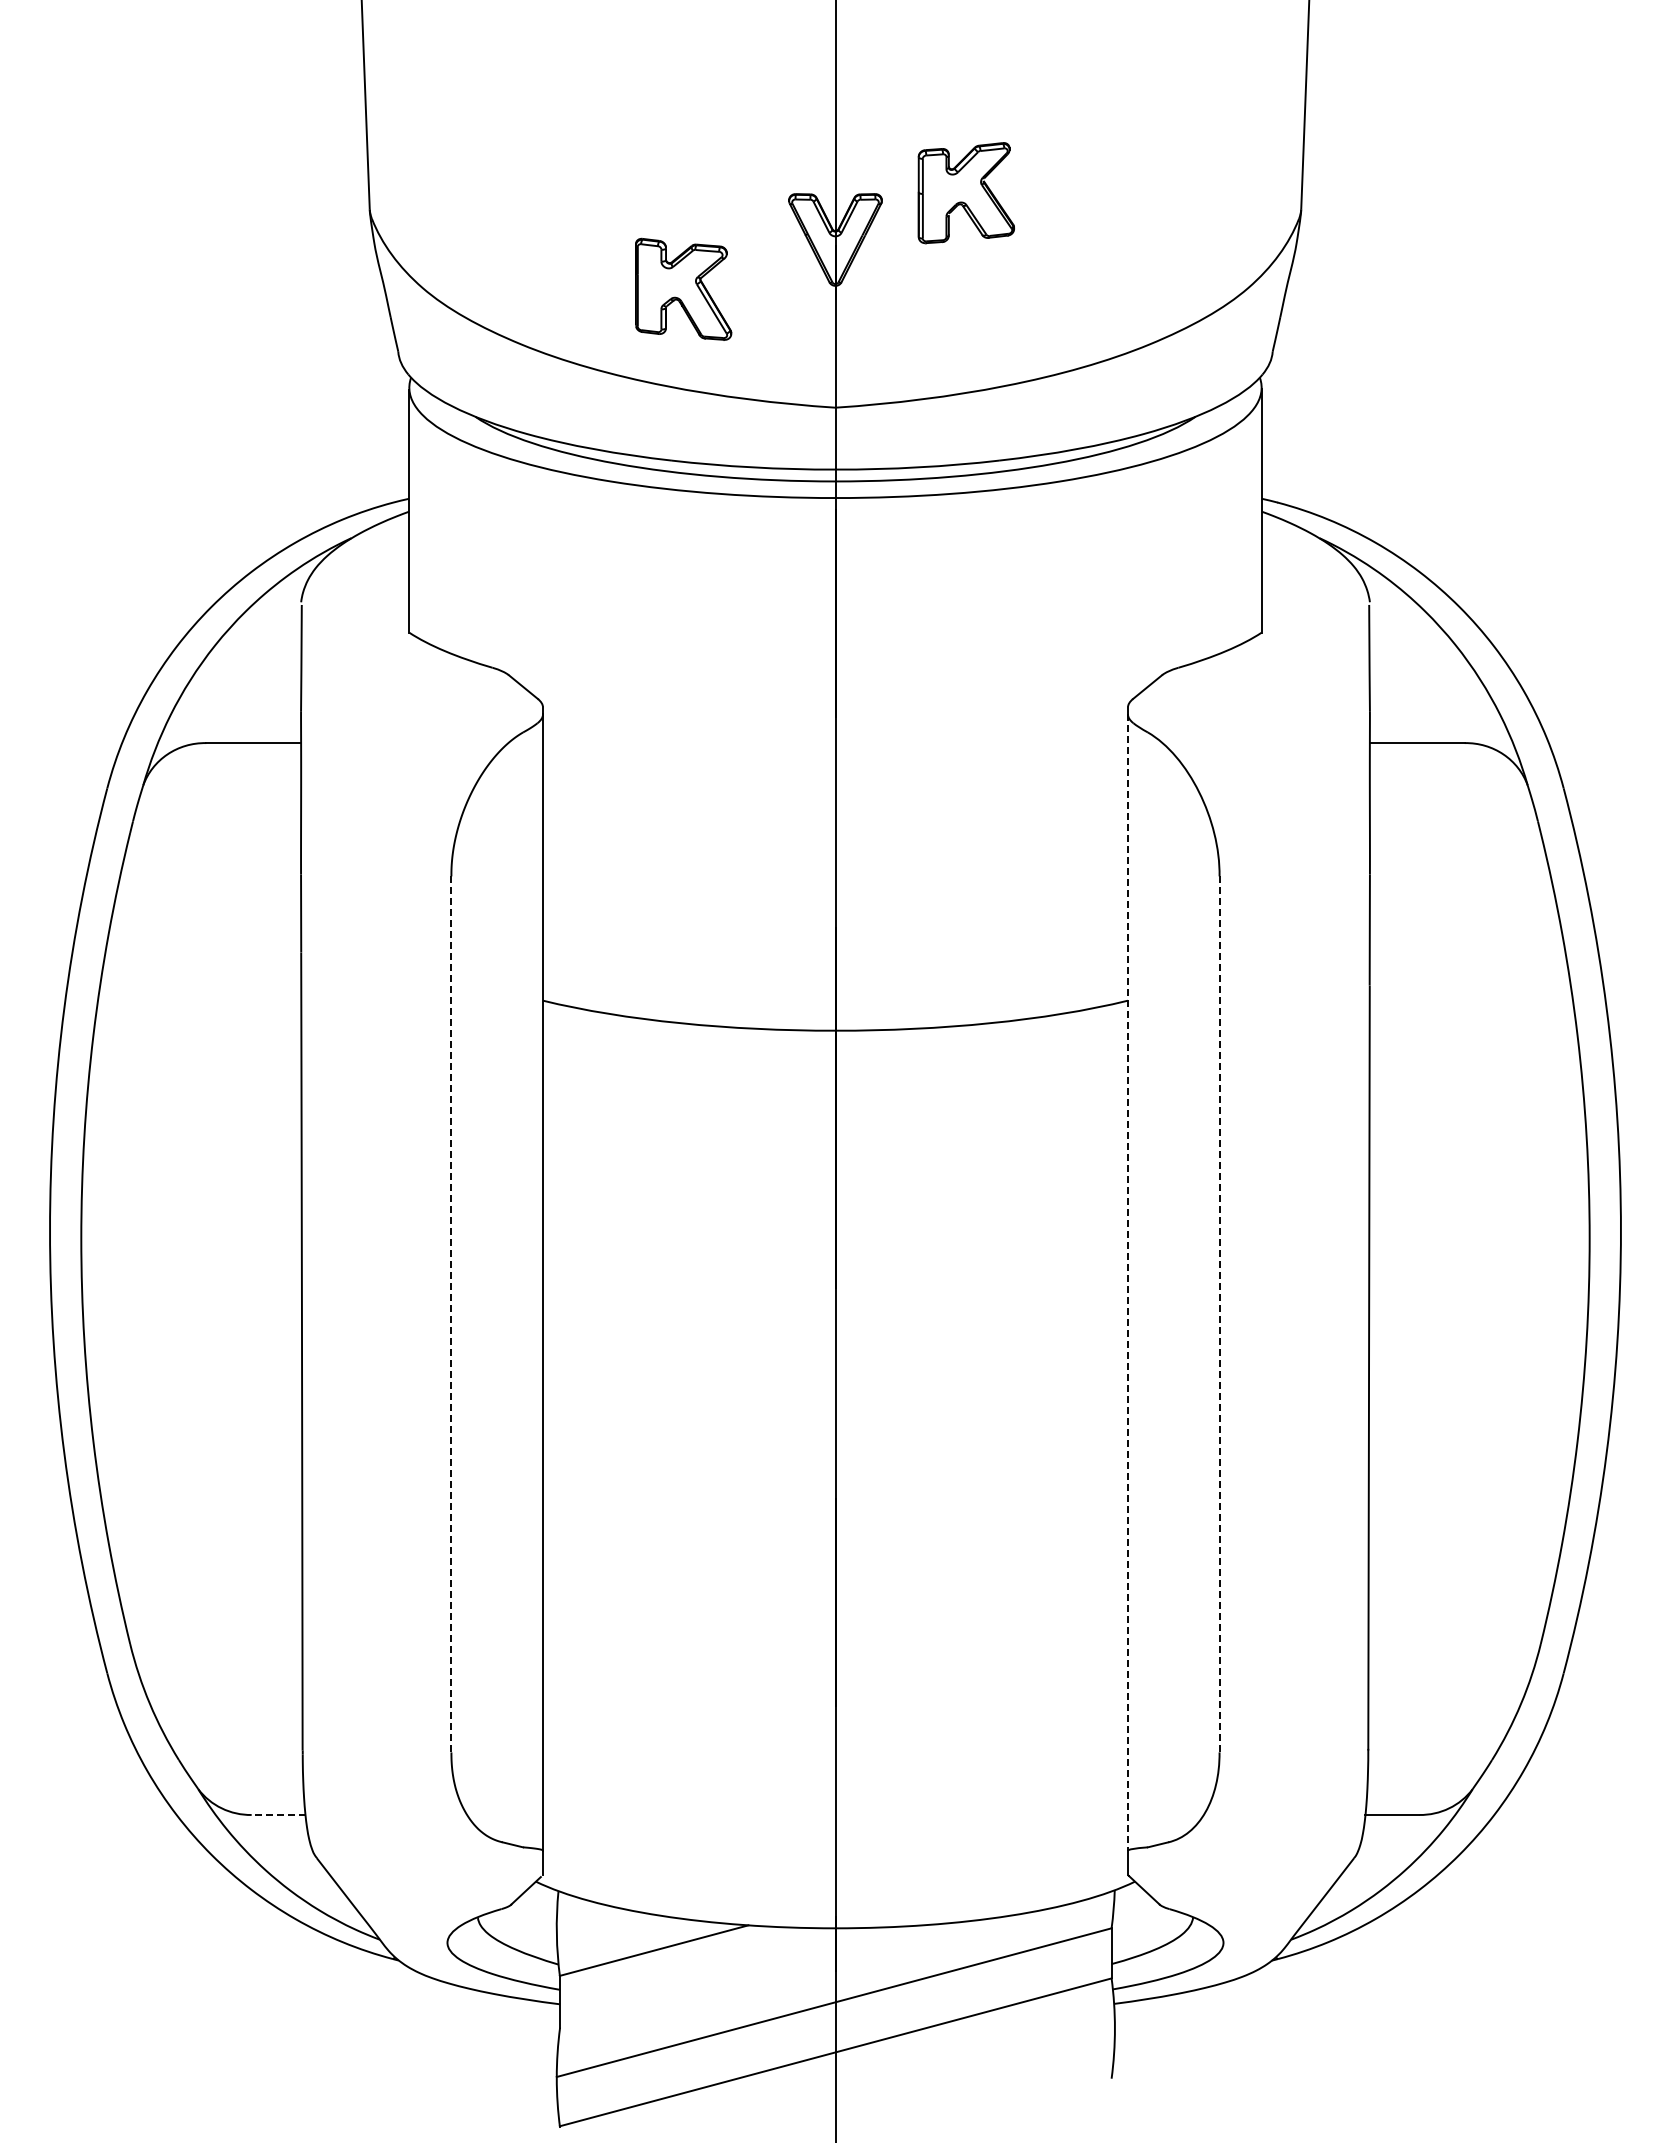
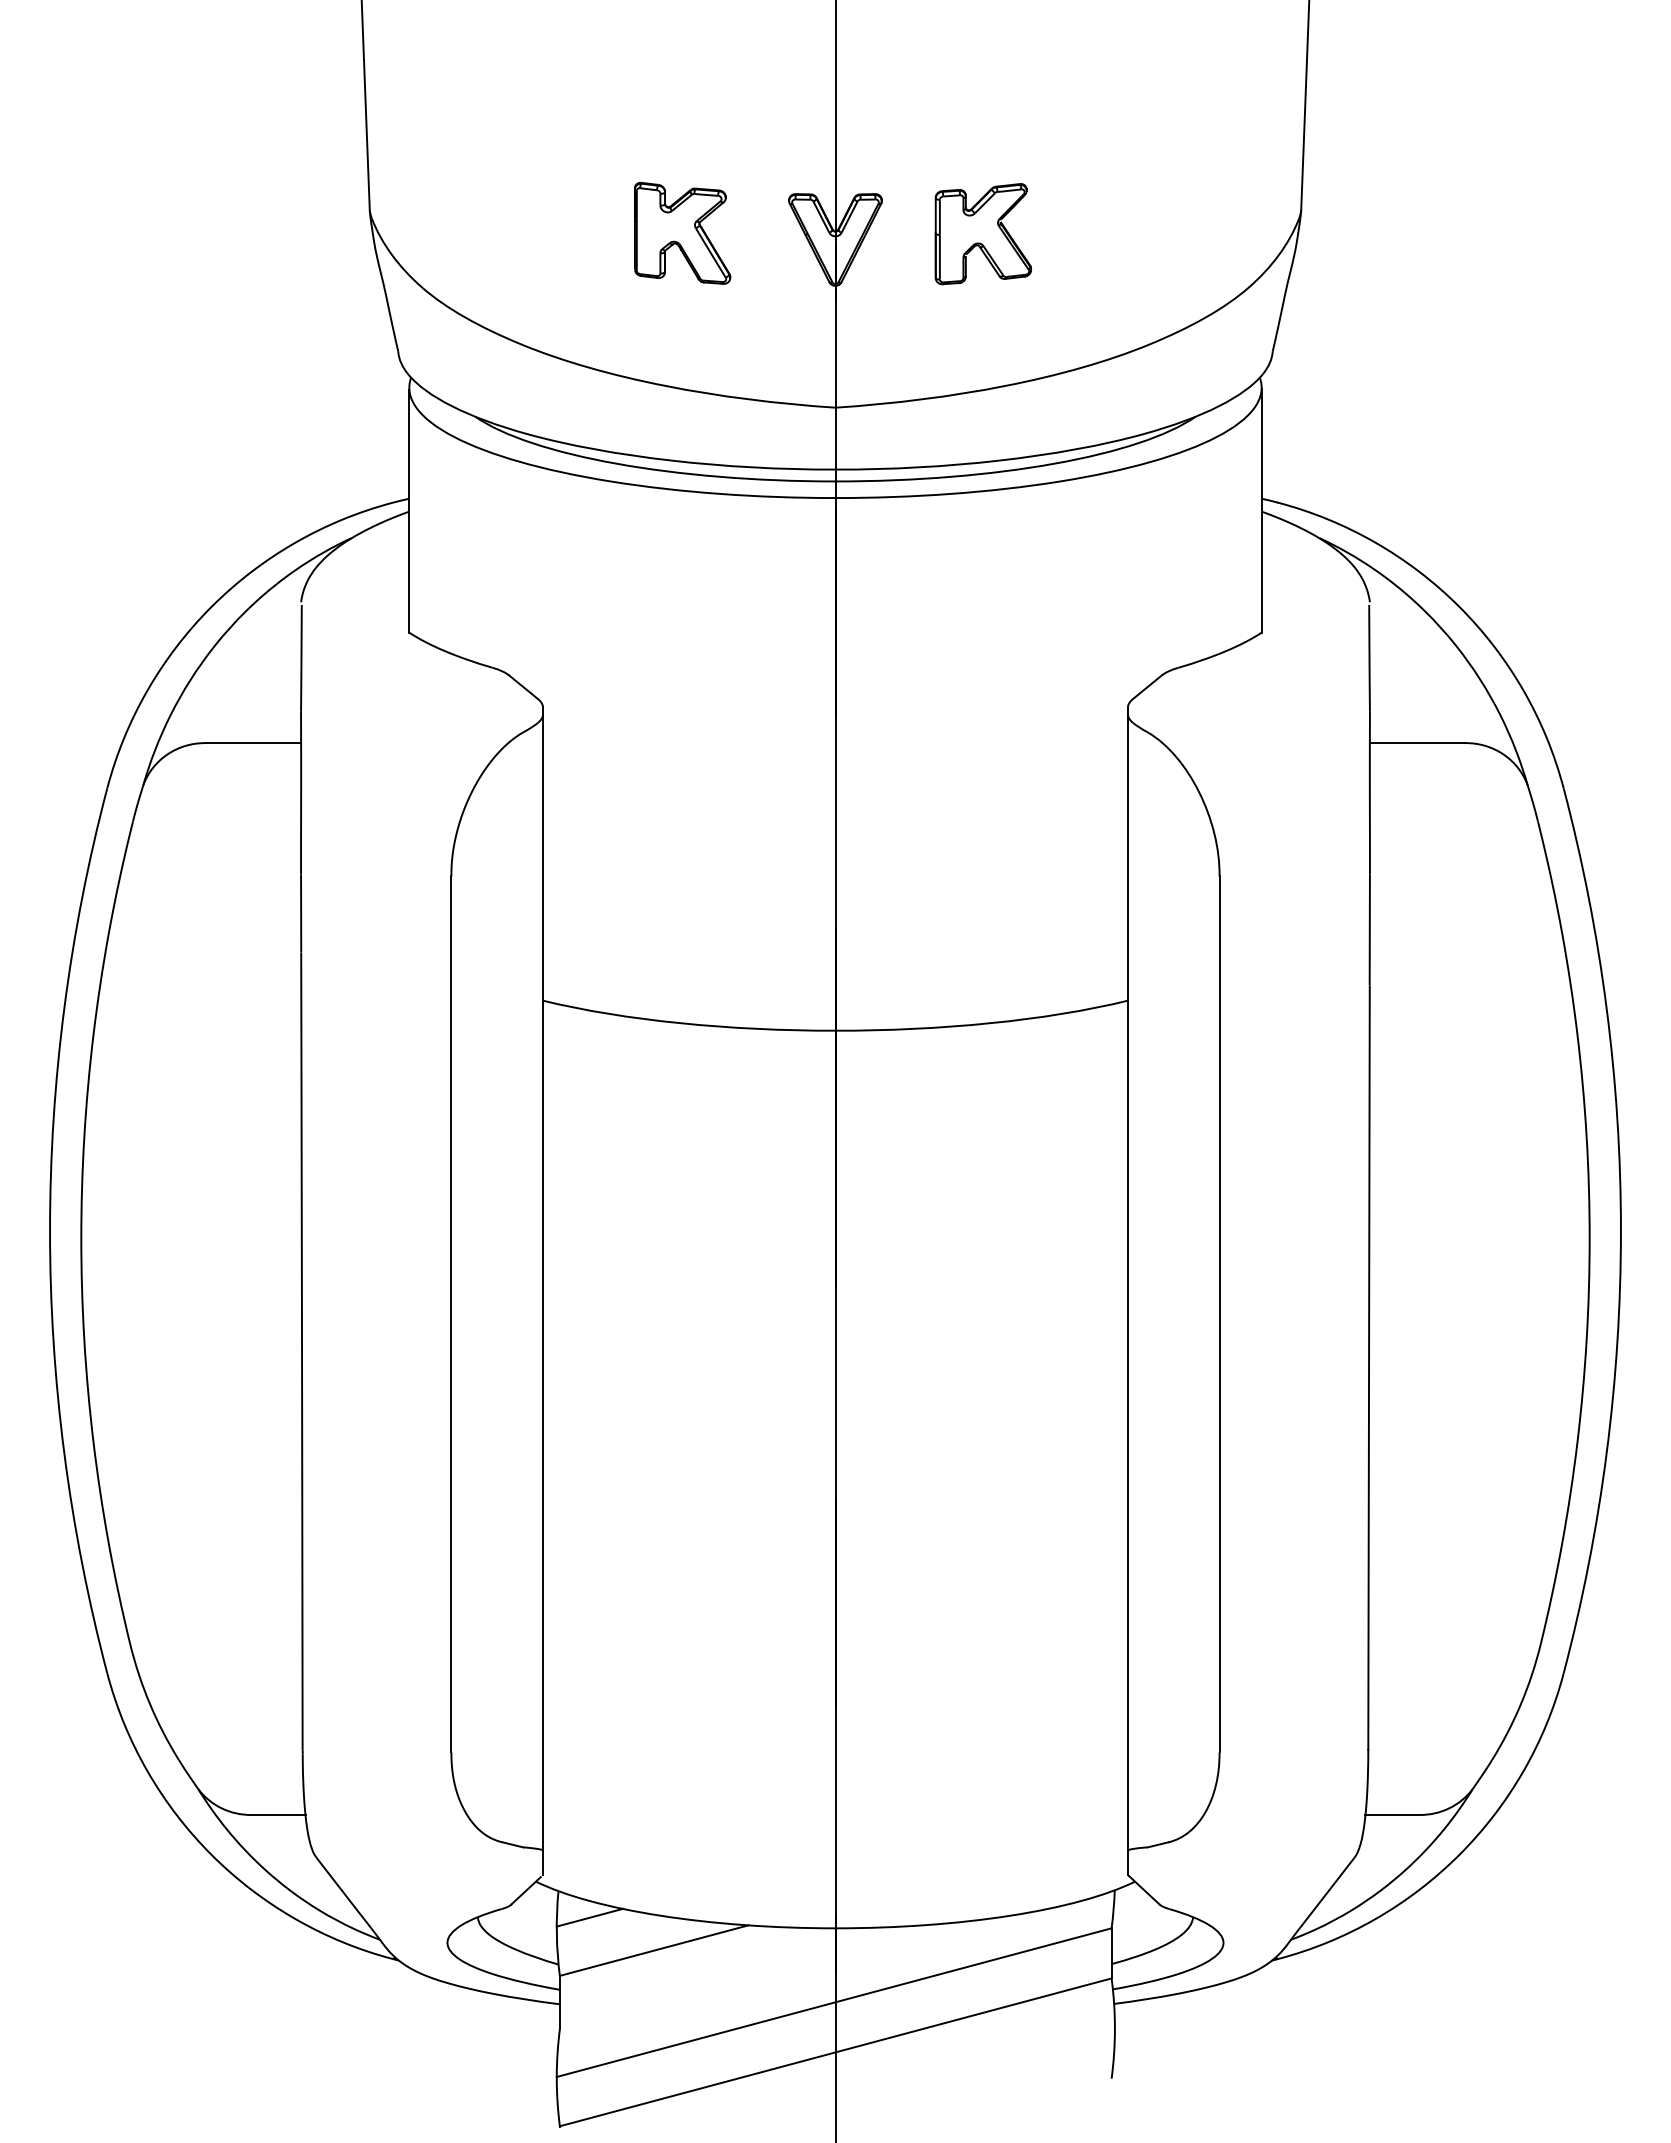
part at (965, 193) position: (965, 193) -> (982, 234)
part at (683, 288) position: (683, 288) -> (682, 232)
line at (1127, 1283): dashed -> solid
line at (451, 1314): dashed -> solid
line at (1219, 1314): dashed -> solid
line at (278, 1814): dashed -> solid
line at (589, 1917): none -> present
